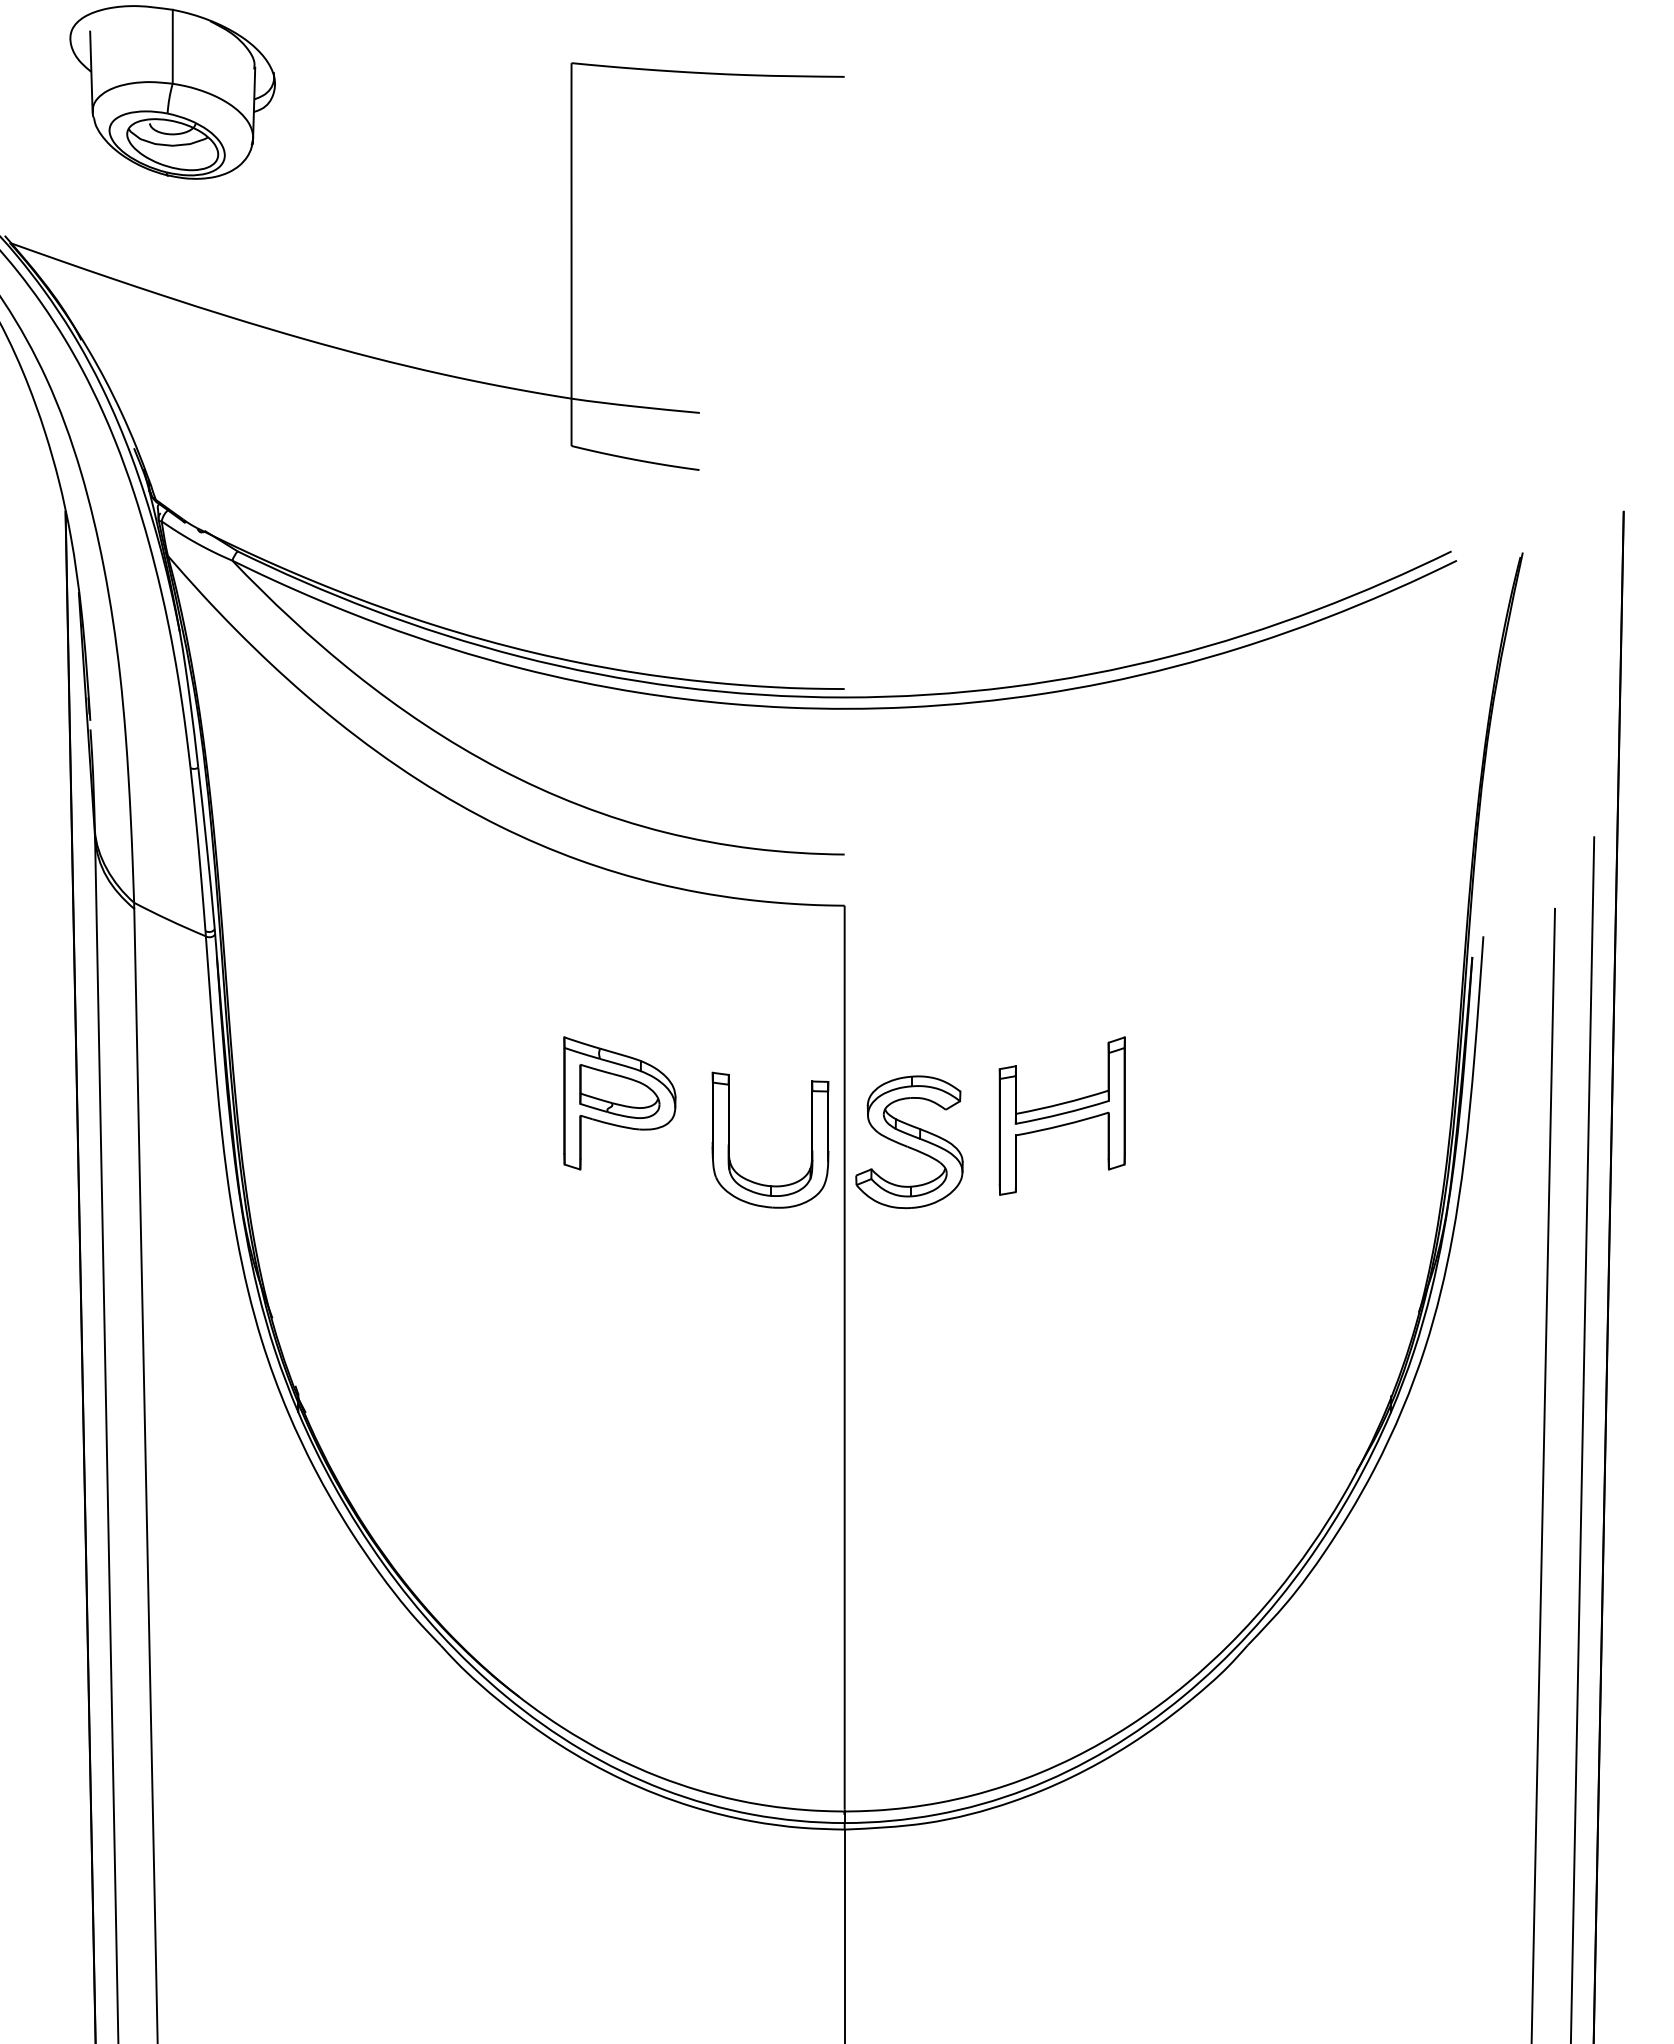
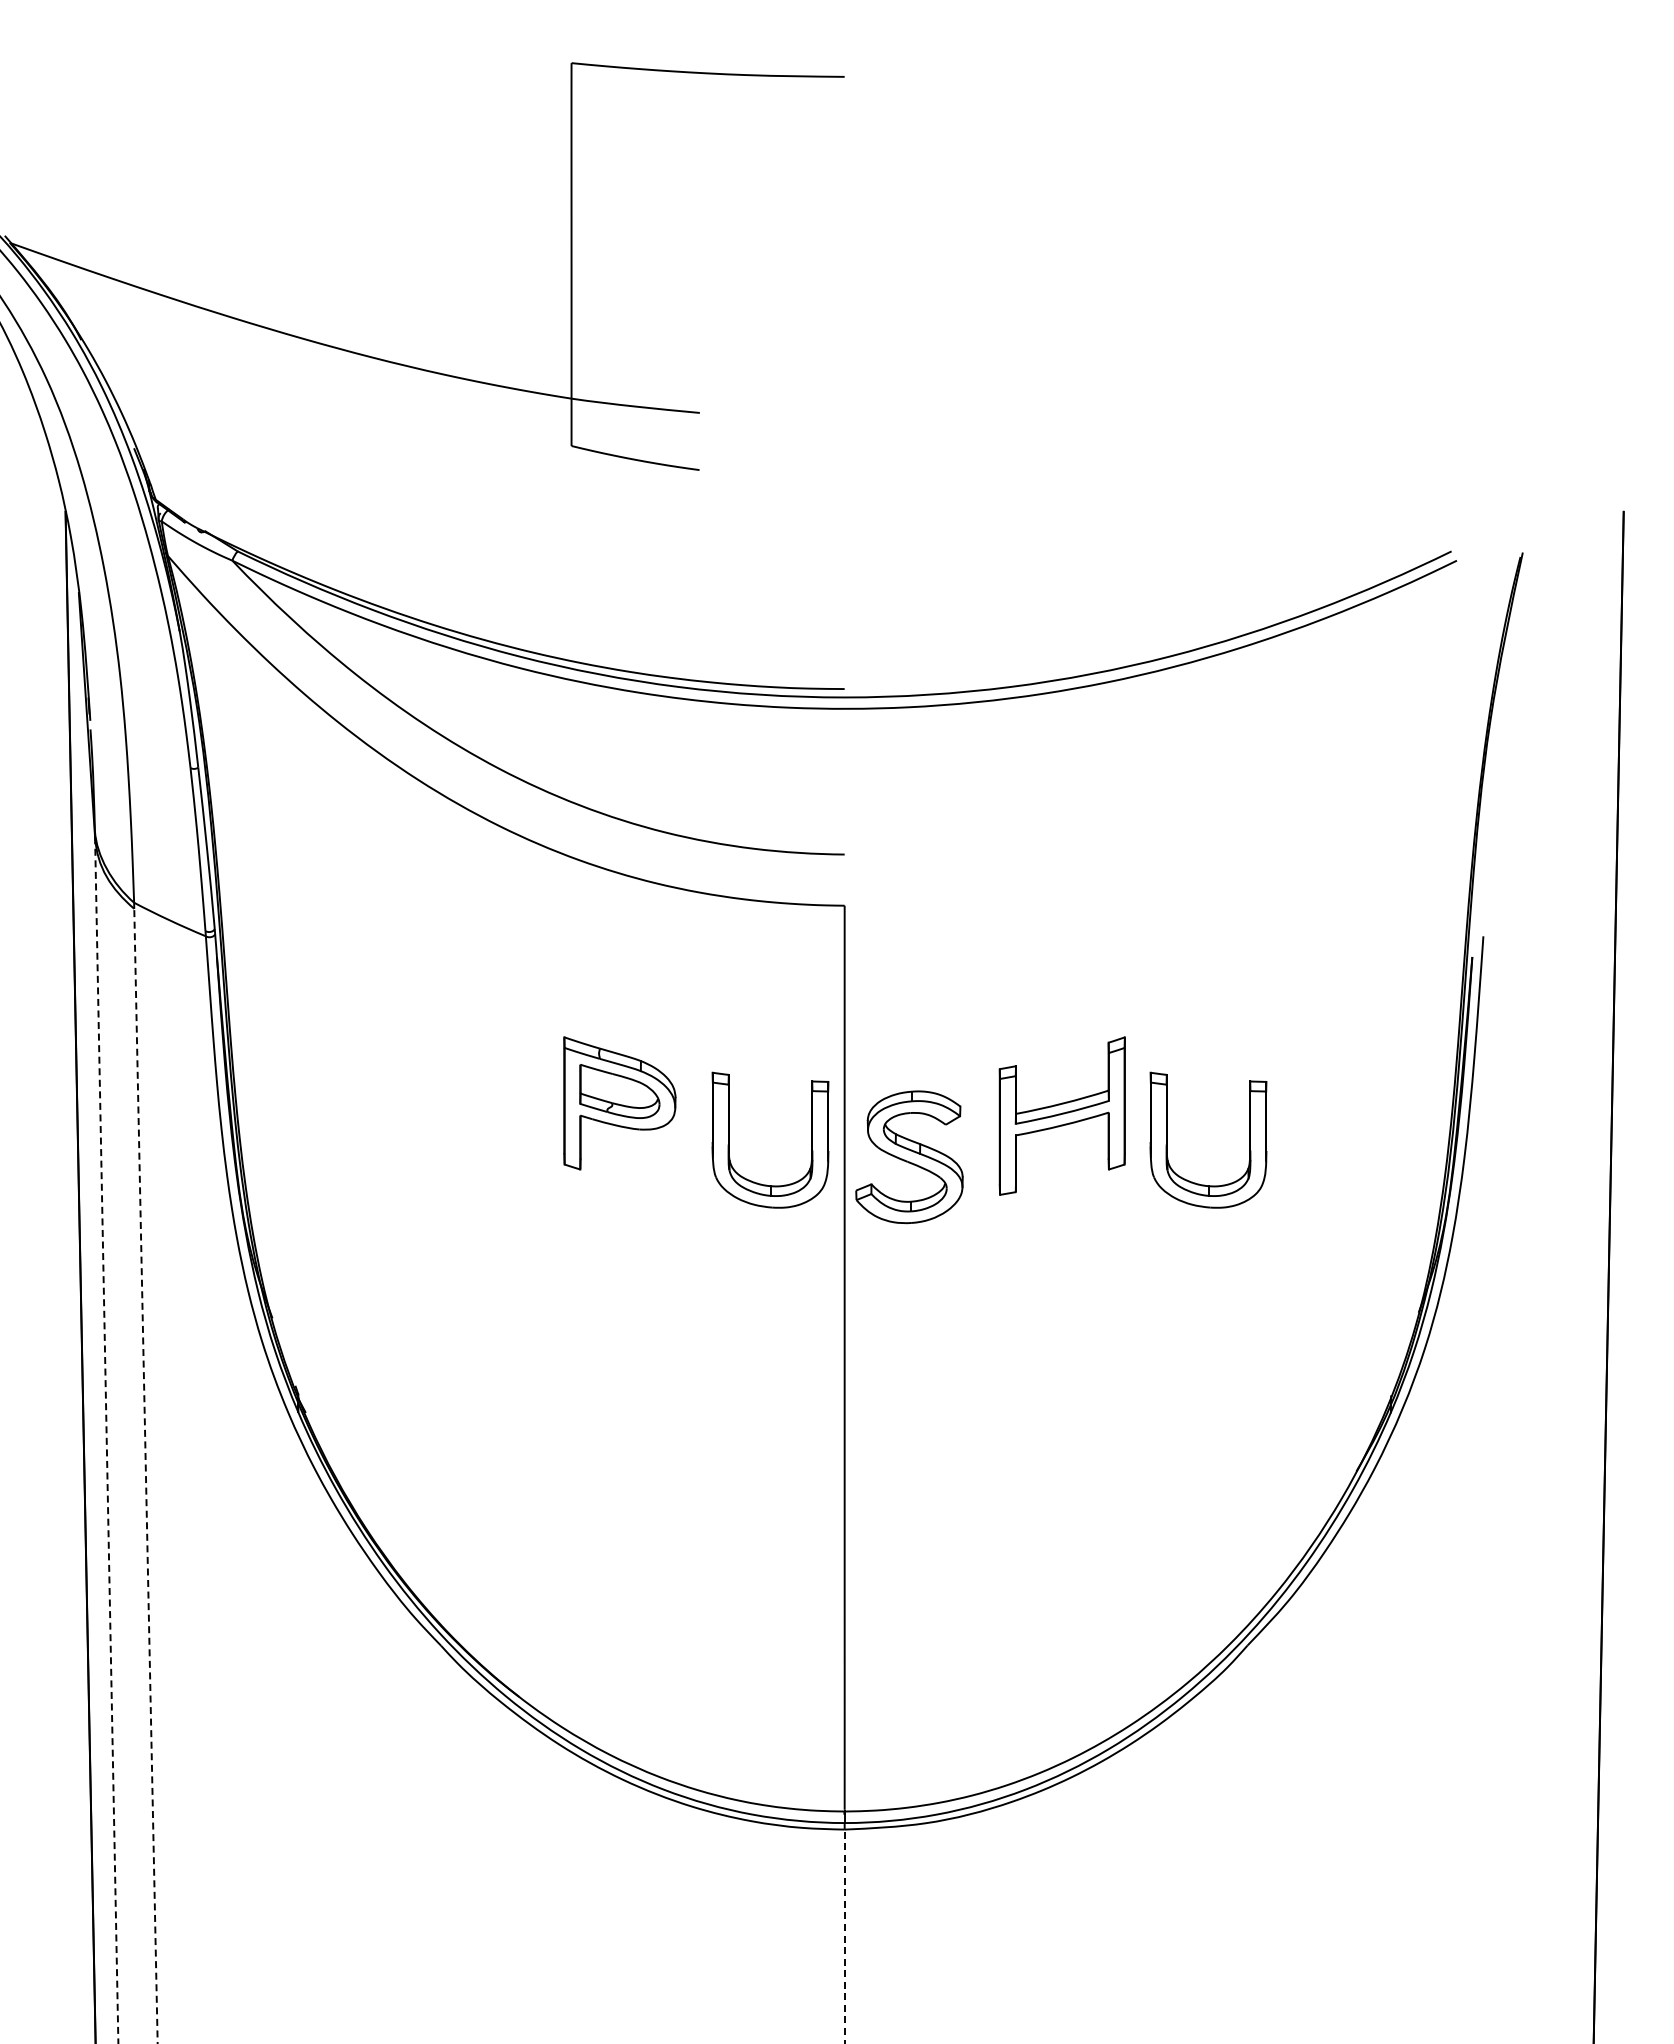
part at (172, 92): present -> none
part at (1167, 1139): none -> present
part at (909, 1142) position: (909, 1142) -> (909, 1157)
line at (1582, 1438): present -> none
line at (106, 1441): solid -> dashed
line at (1543, 1474): present -> none
line at (145, 1475): solid -> dashed
line at (844, 1936): solid -> dashed
